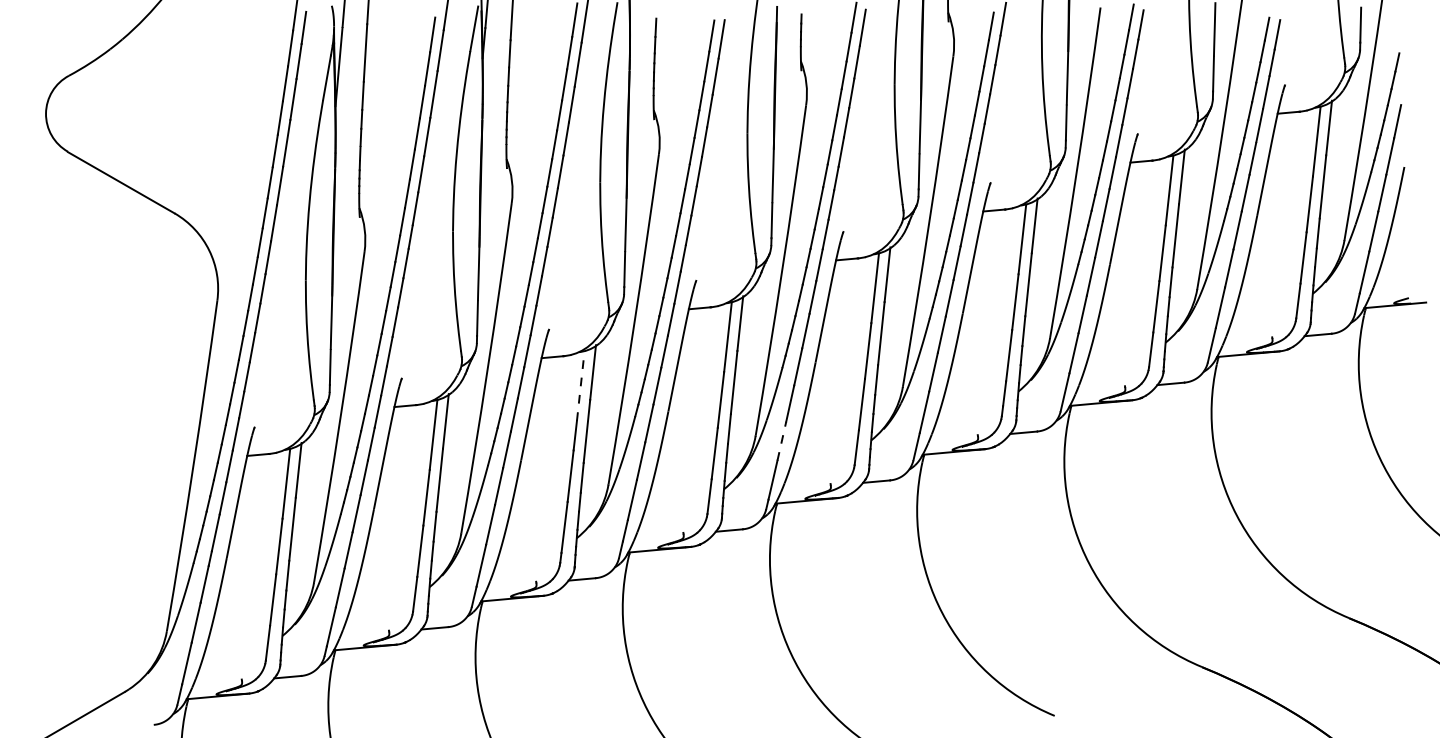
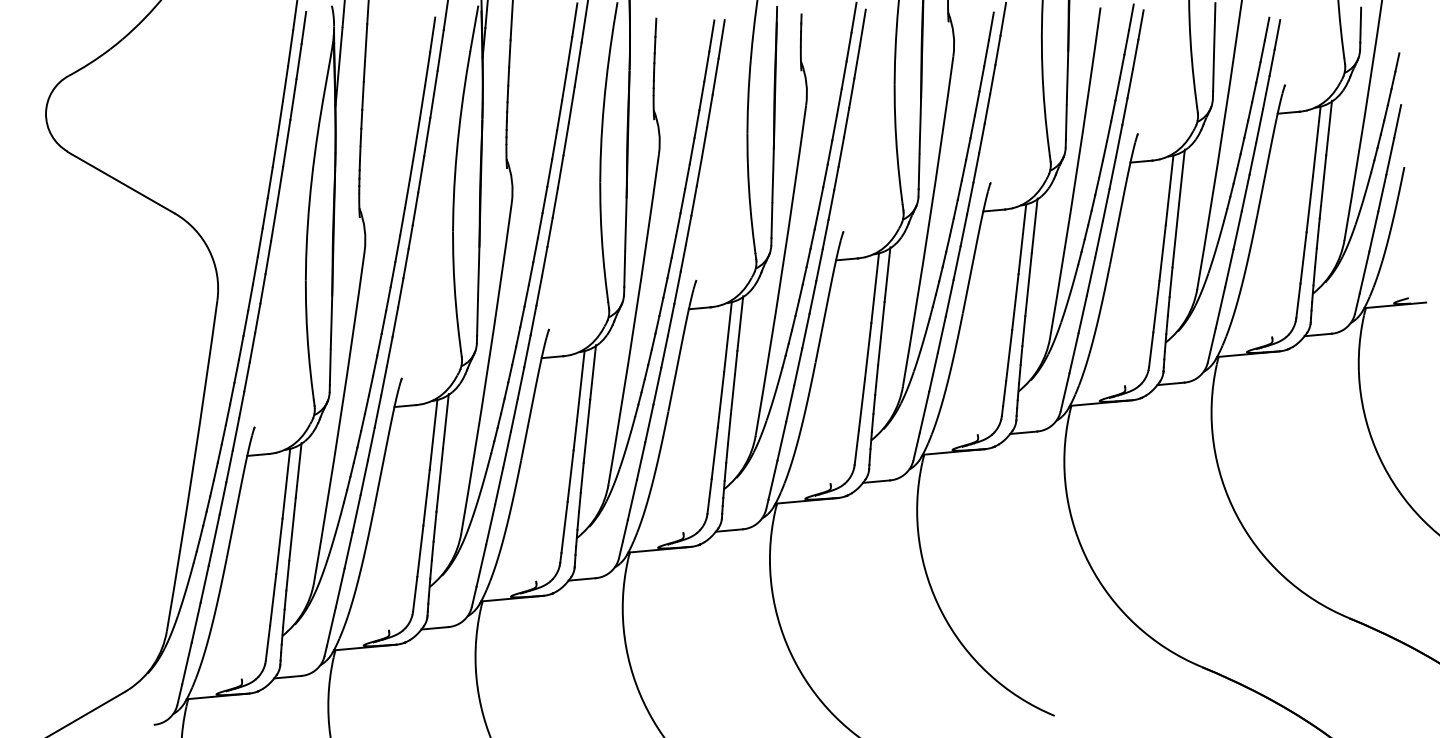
line at (580, 385): dashed -> solid
line at (781, 441): dashed -> solid
